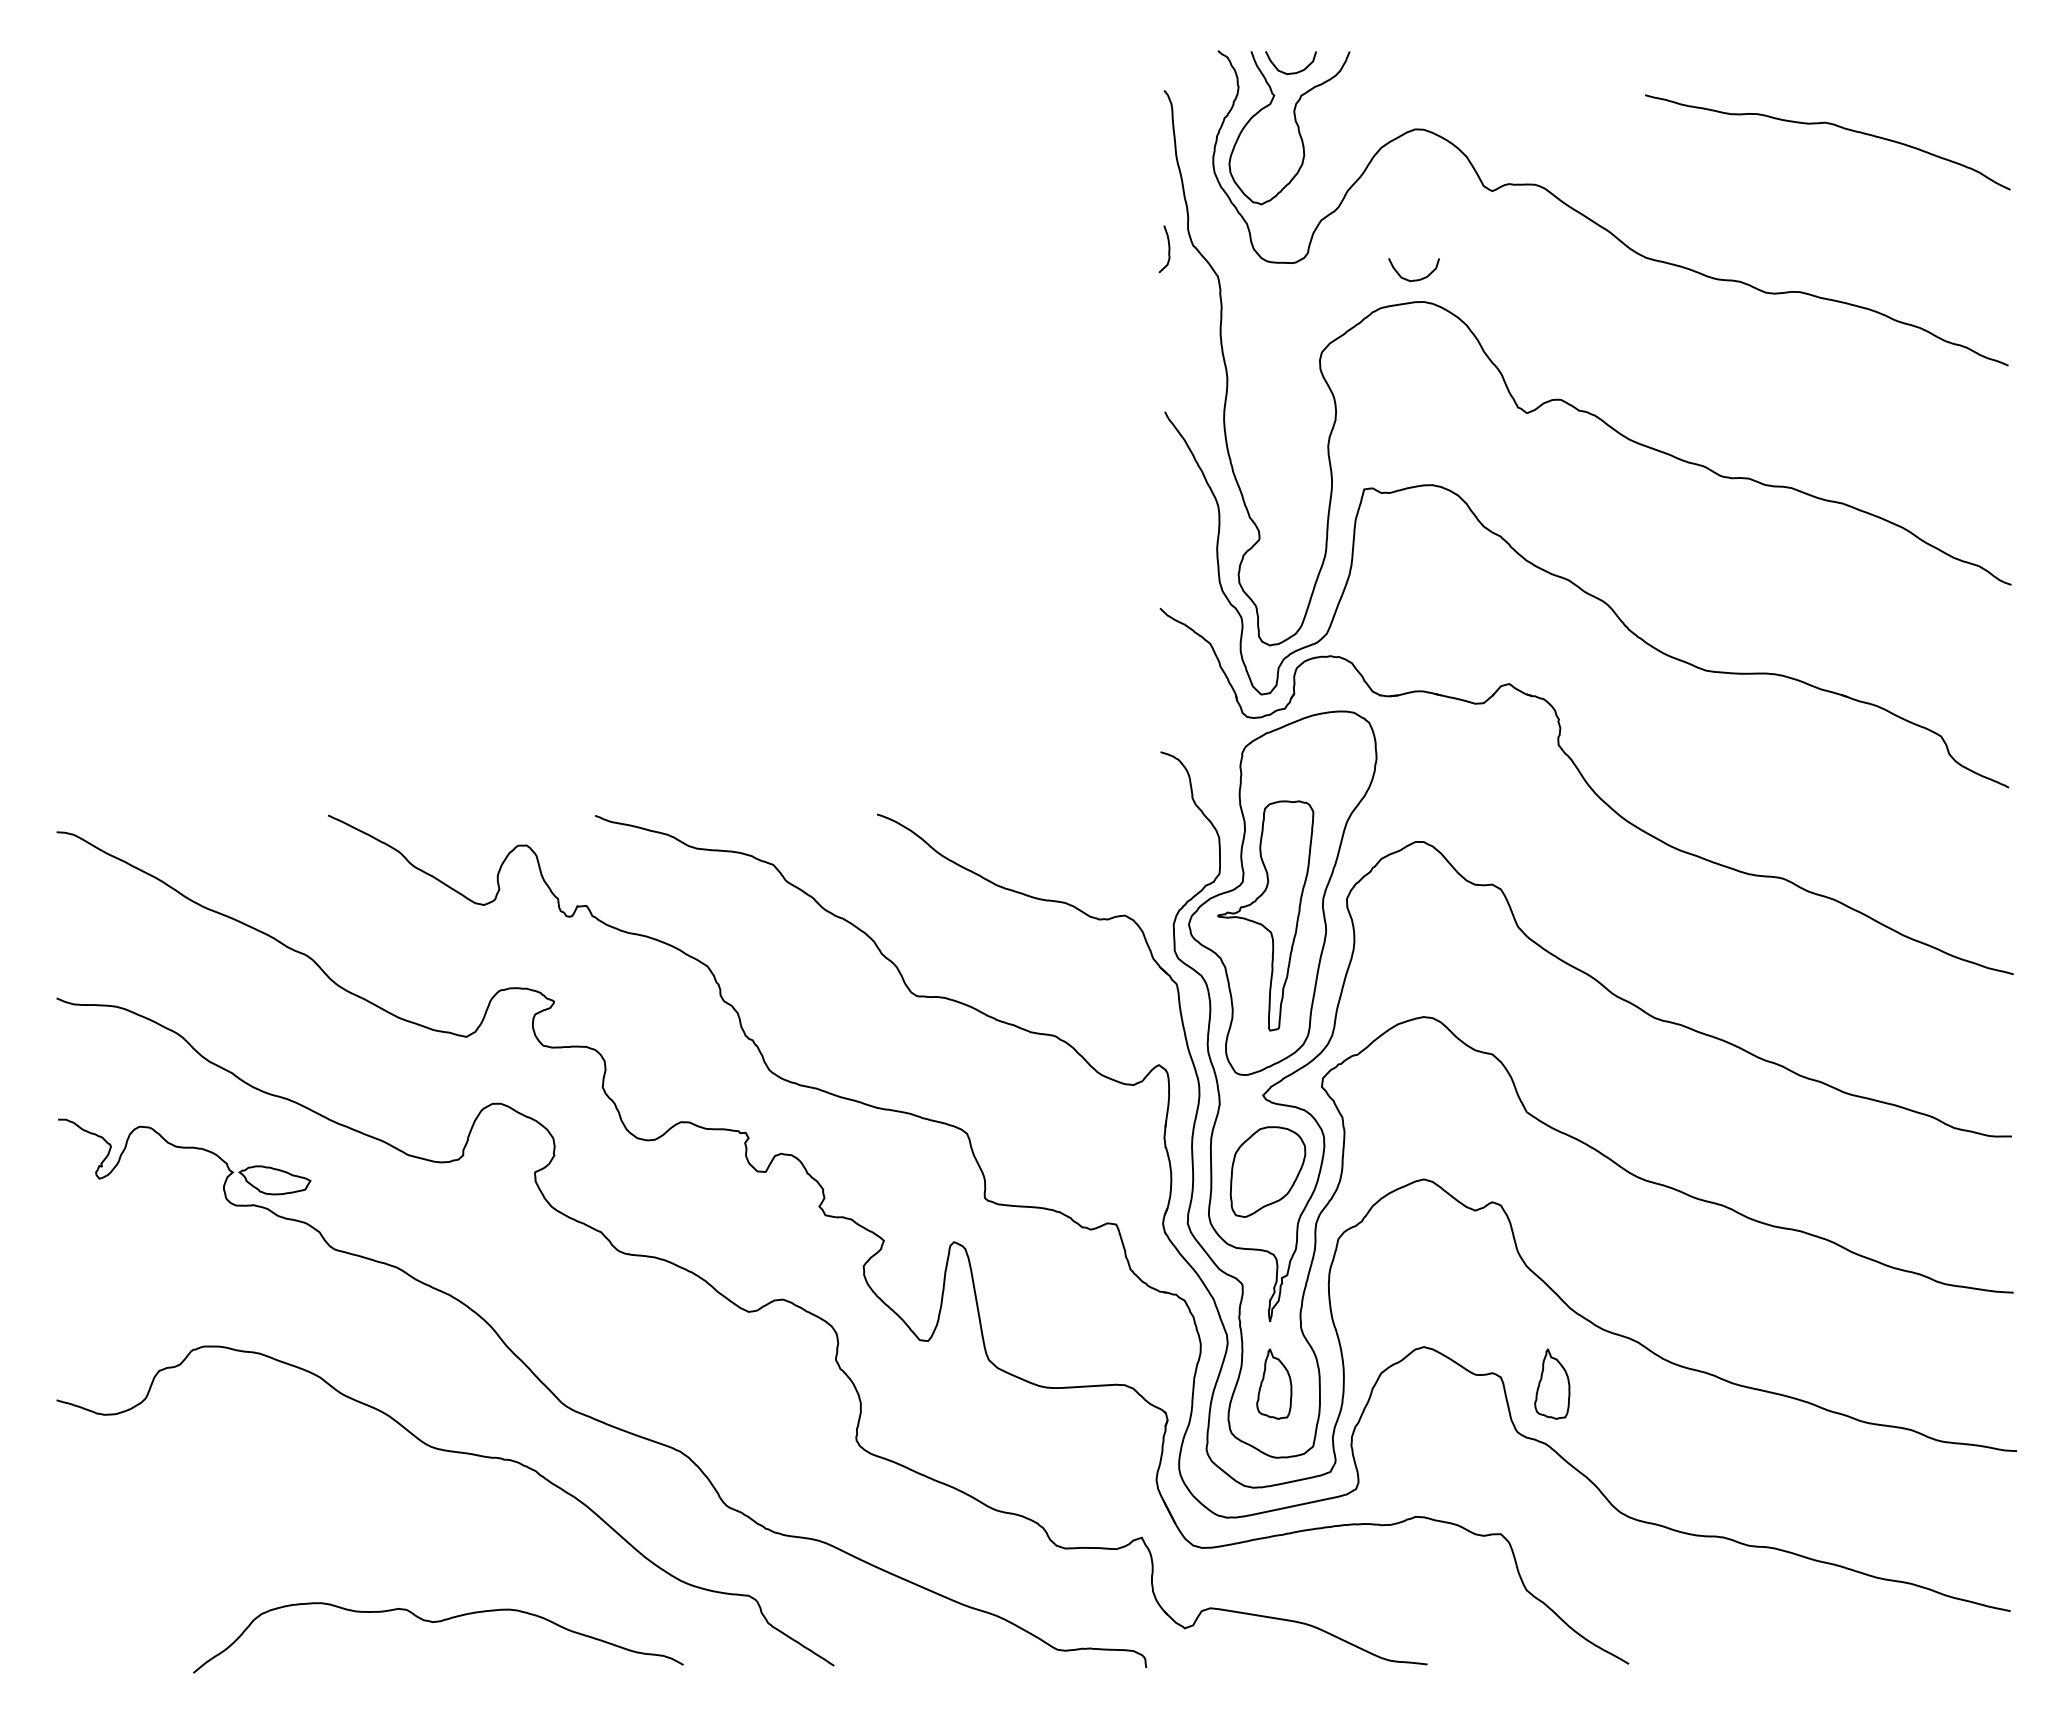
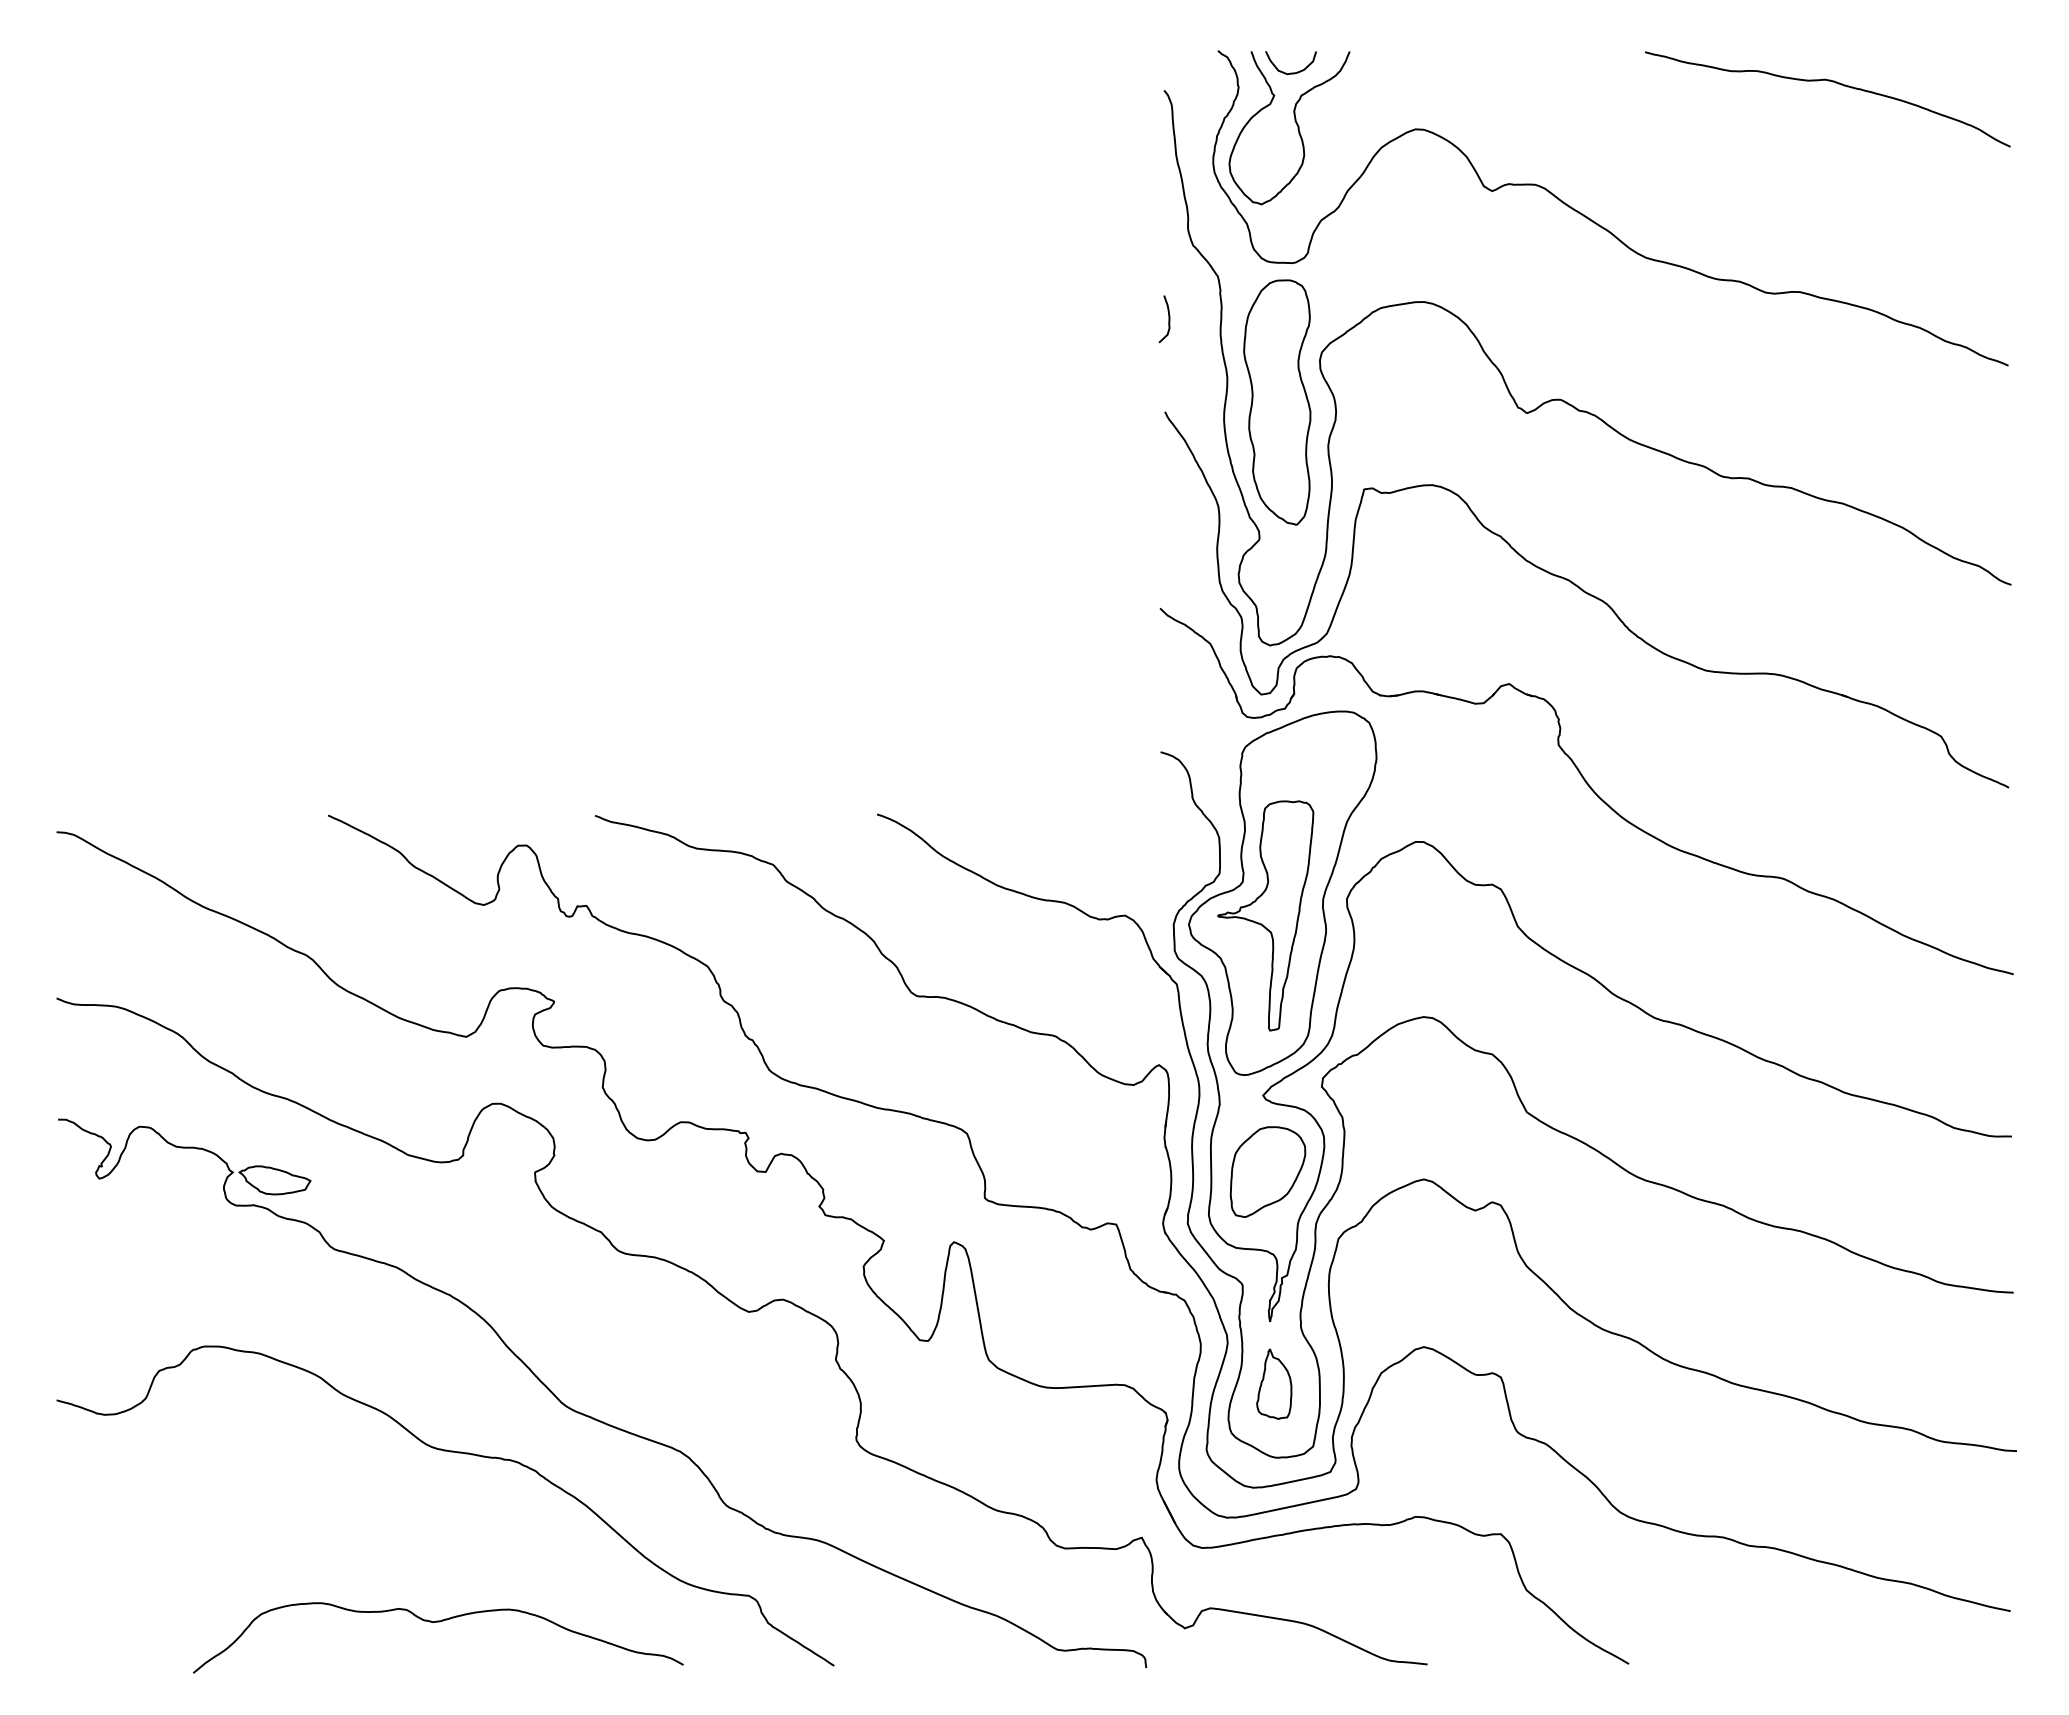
curve at (1832, 125) position: (1832, 125) -> (1832, 82)
curve at (1168, 249) position: (1168, 249) -> (1168, 319)
curve at (1413, 279): present -> none
part at (1277, 402): none -> present
part at (1552, 1383): present -> none
